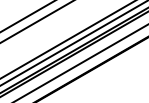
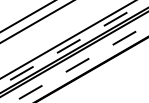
line at (73, 43): solid -> dashed
line at (81, 63): solid -> dashed
